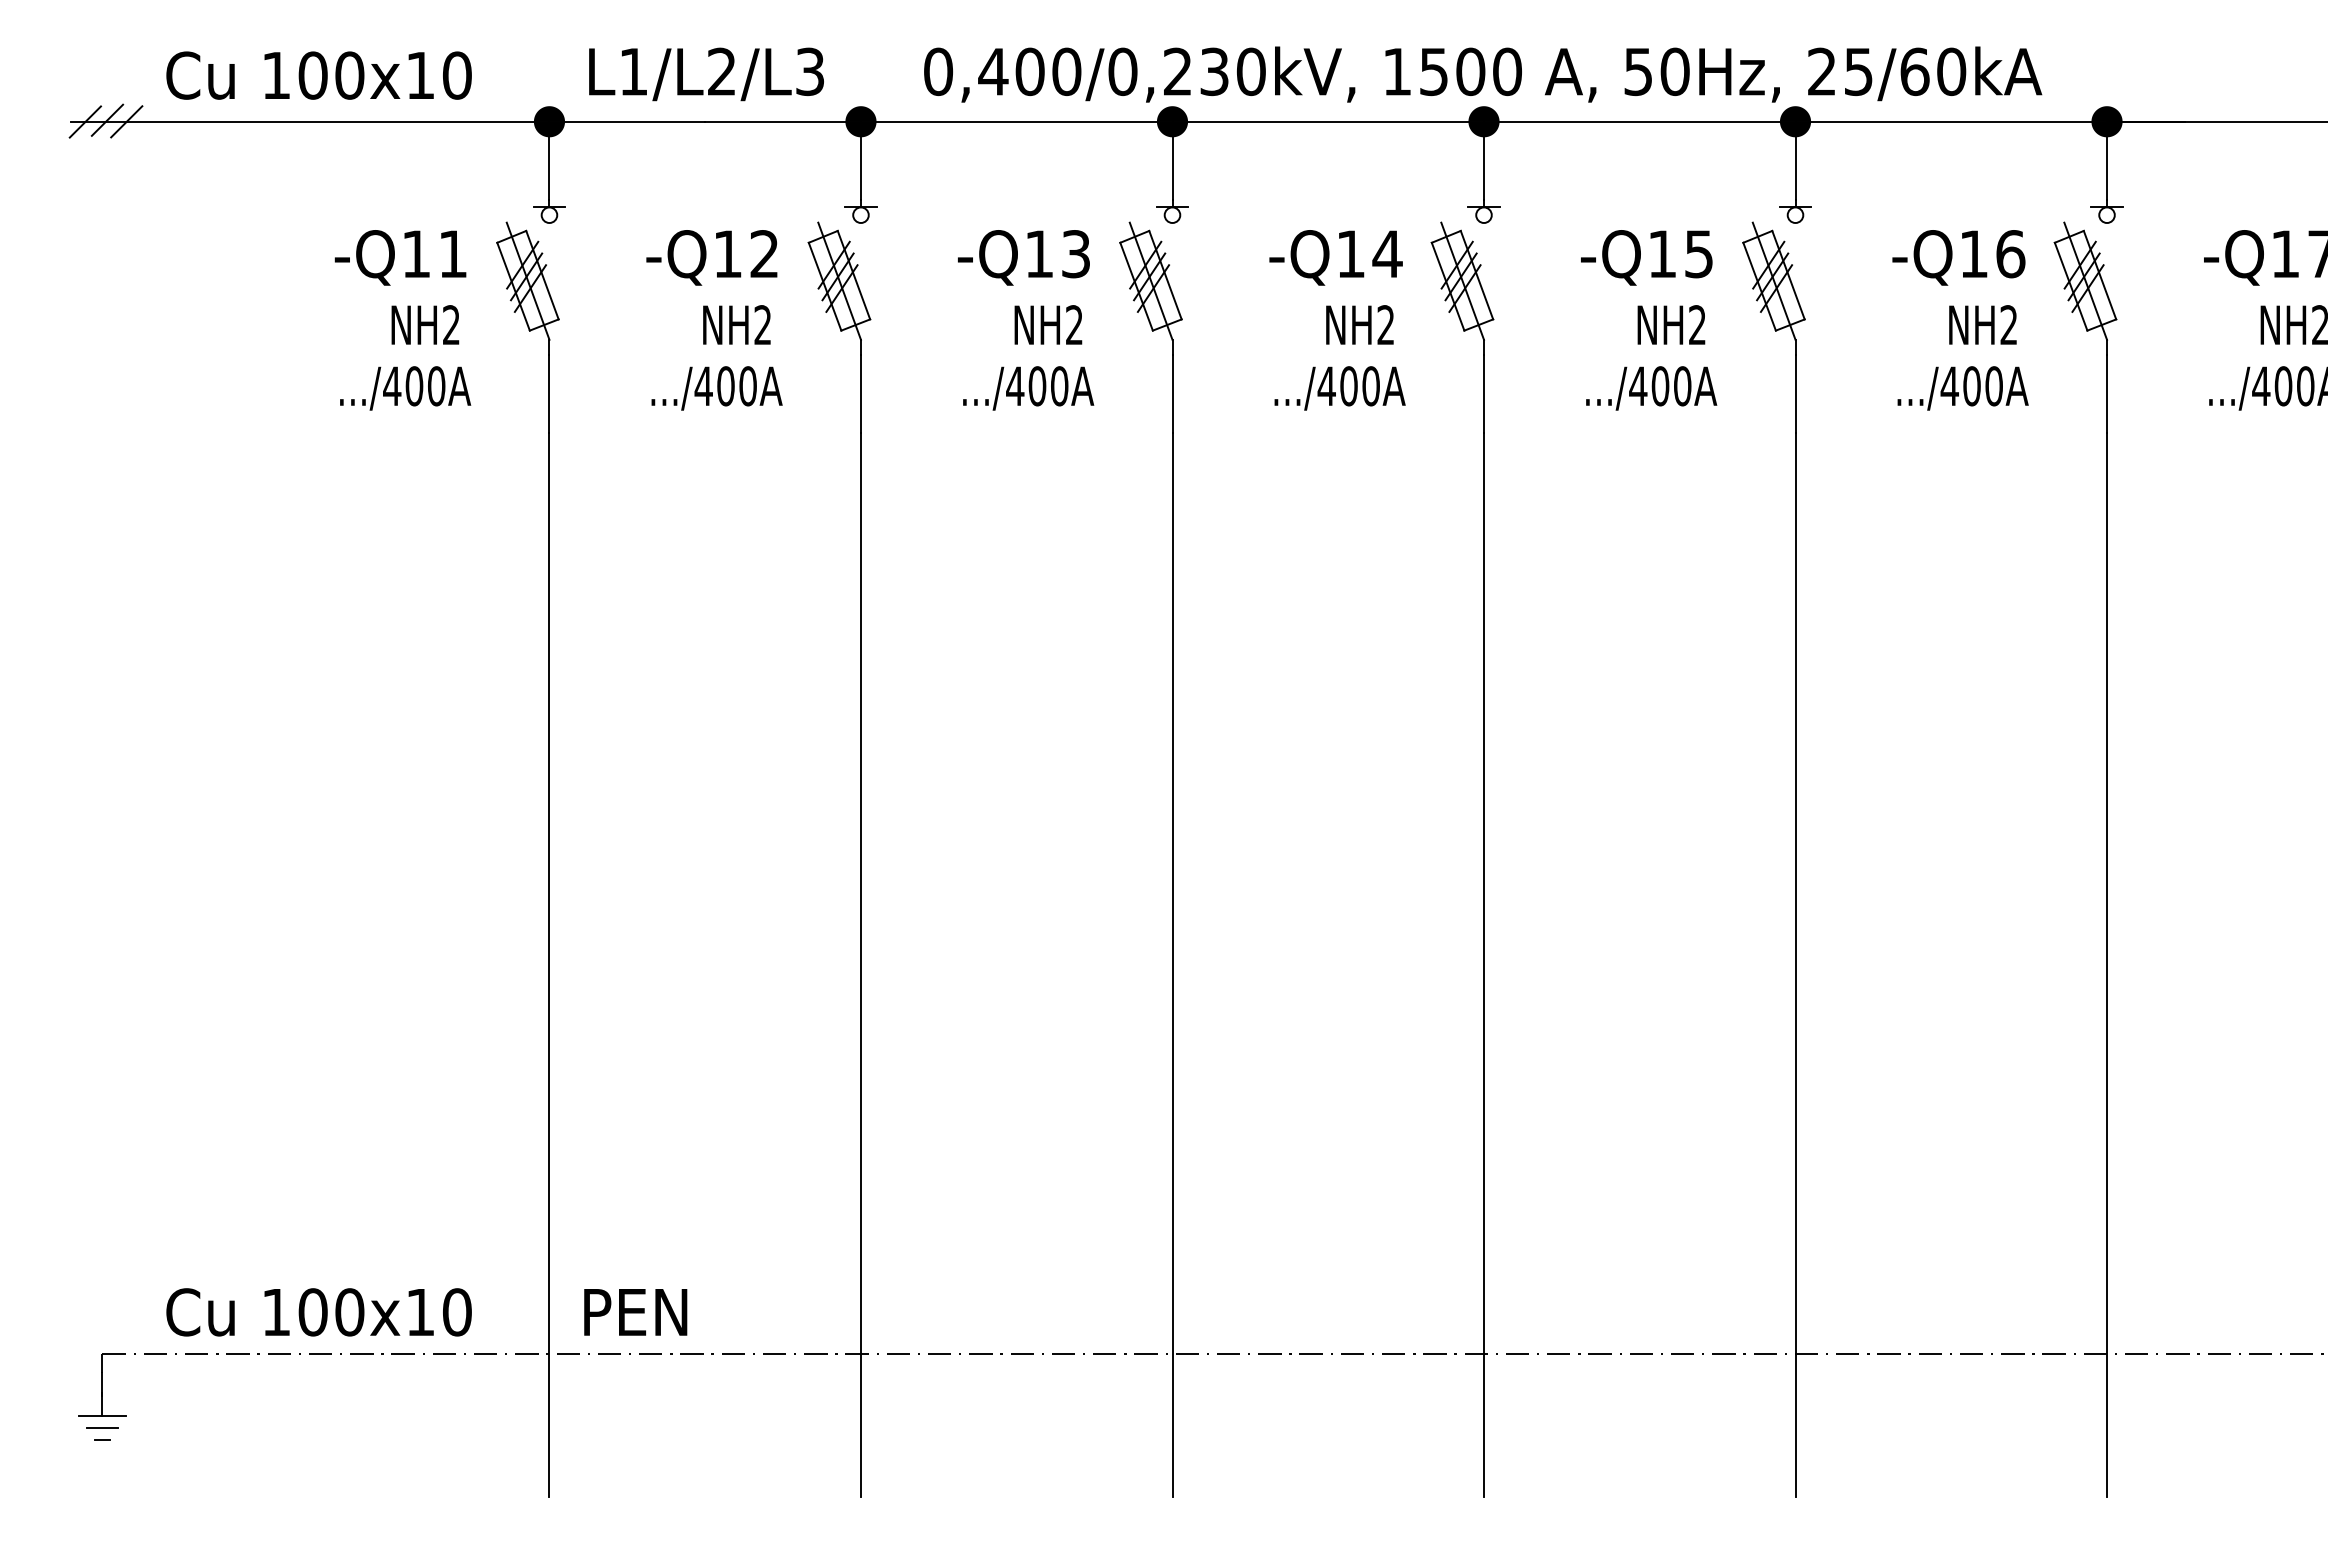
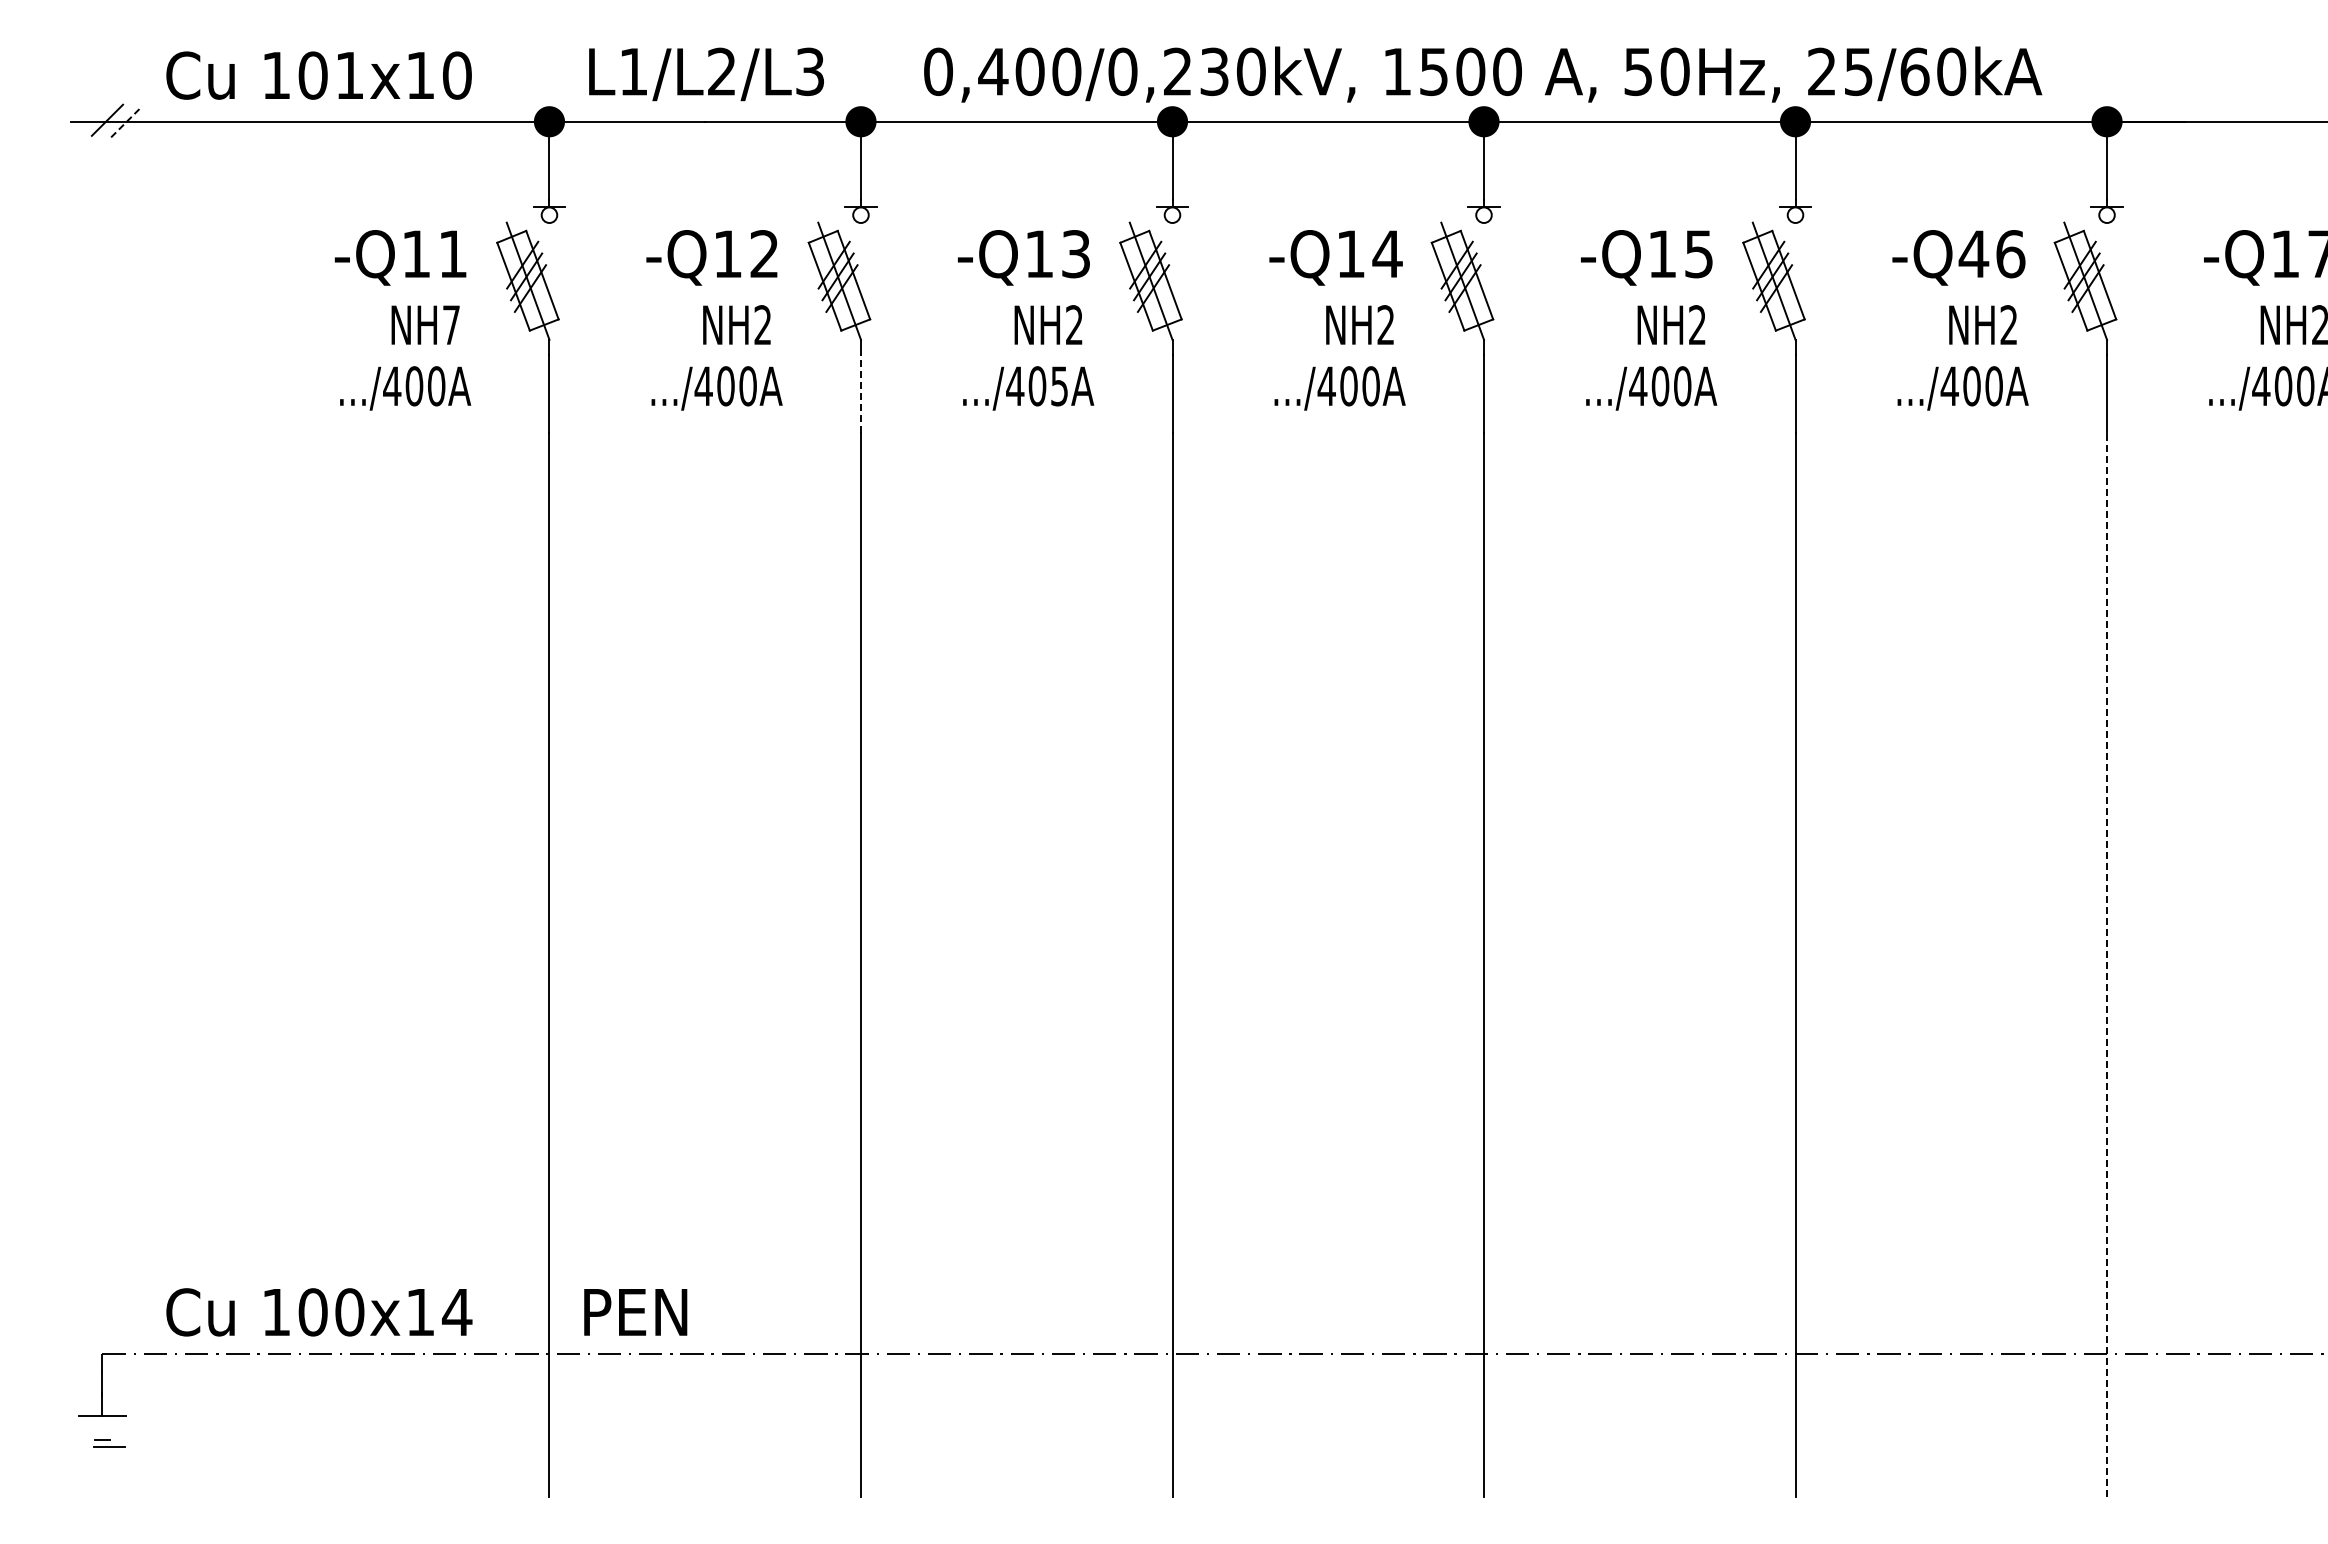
text at (349, 75): 100x10 -> 101x10
line at (84, 121): present -> none
line at (127, 121): solid -> dashed
text at (1973, 253): -Q16 -> -Q46
text at (451, 324): NH2 -> NH7
text at (1059, 386): .../400A -> .../405A
line at (860, 394): solid -> dashed
line at (2107, 964): solid -> dashed
text at (456, 1312): 100x10 -> 100x14
line at (102, 1427) position: (102, 1427) -> (109, 1446)
